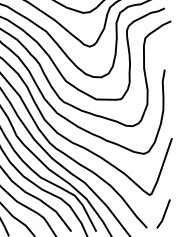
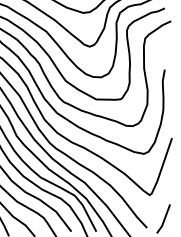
line at (164, 213) position: (164, 213) -> (164, 218)
